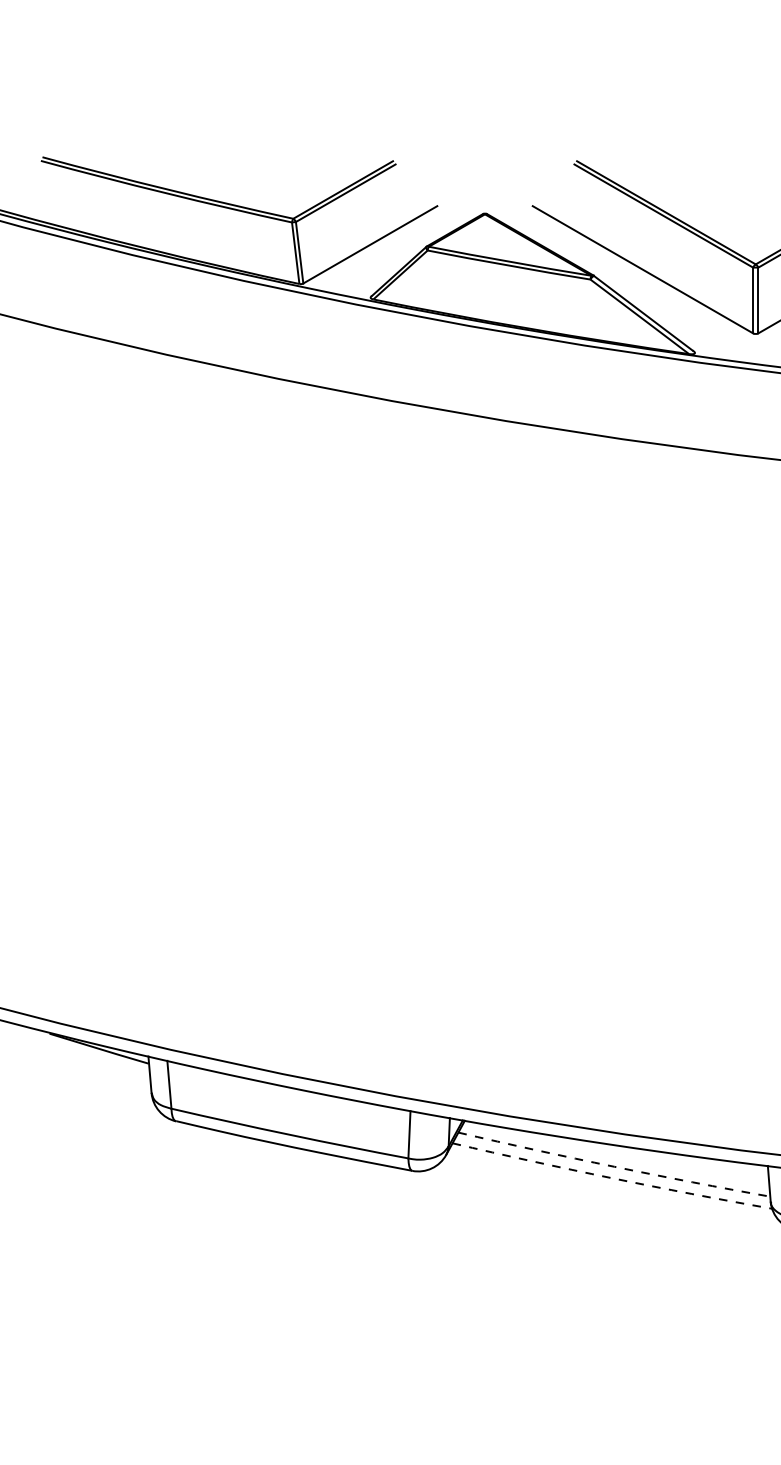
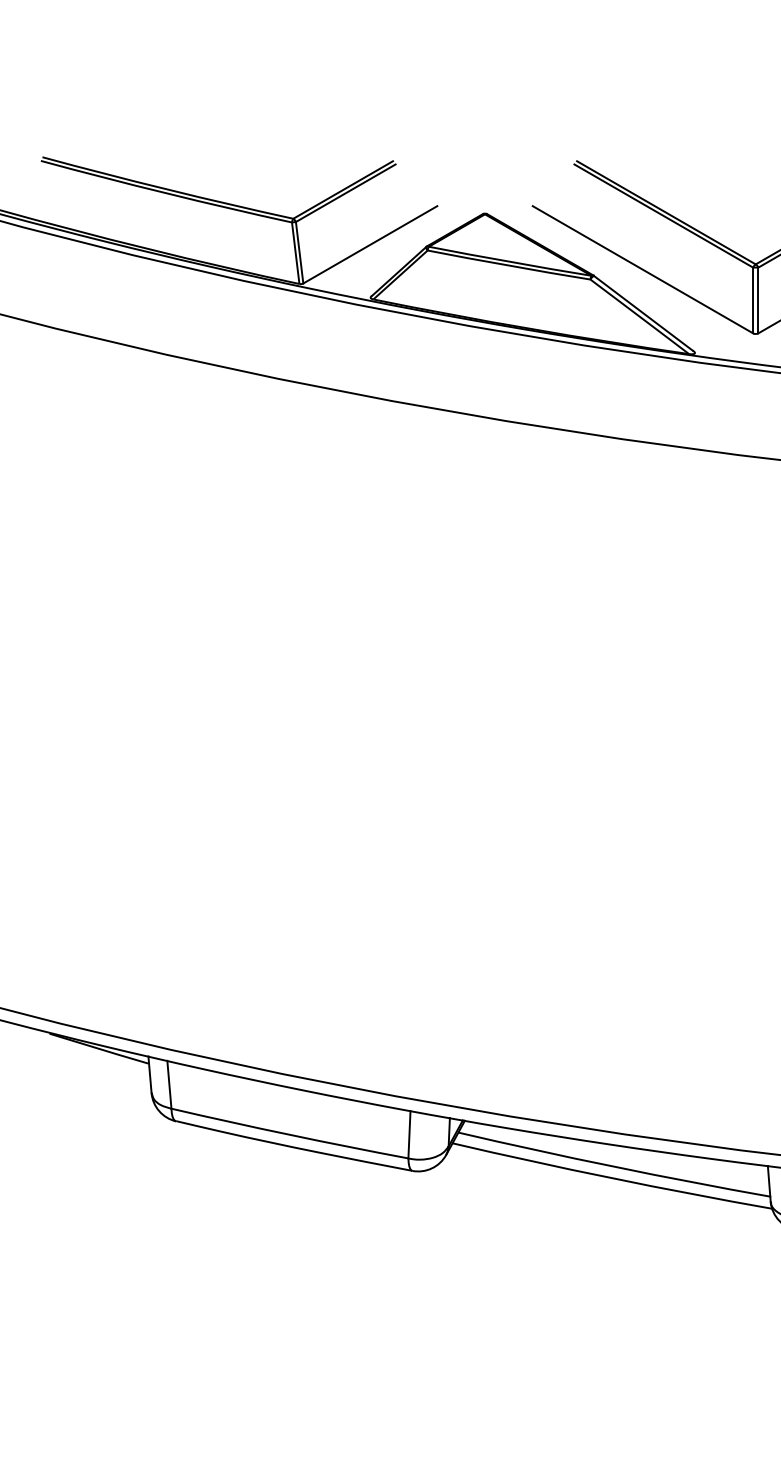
arc at (614, 1166): dashed -> solid
arc at (611, 1178): dashed -> solid
